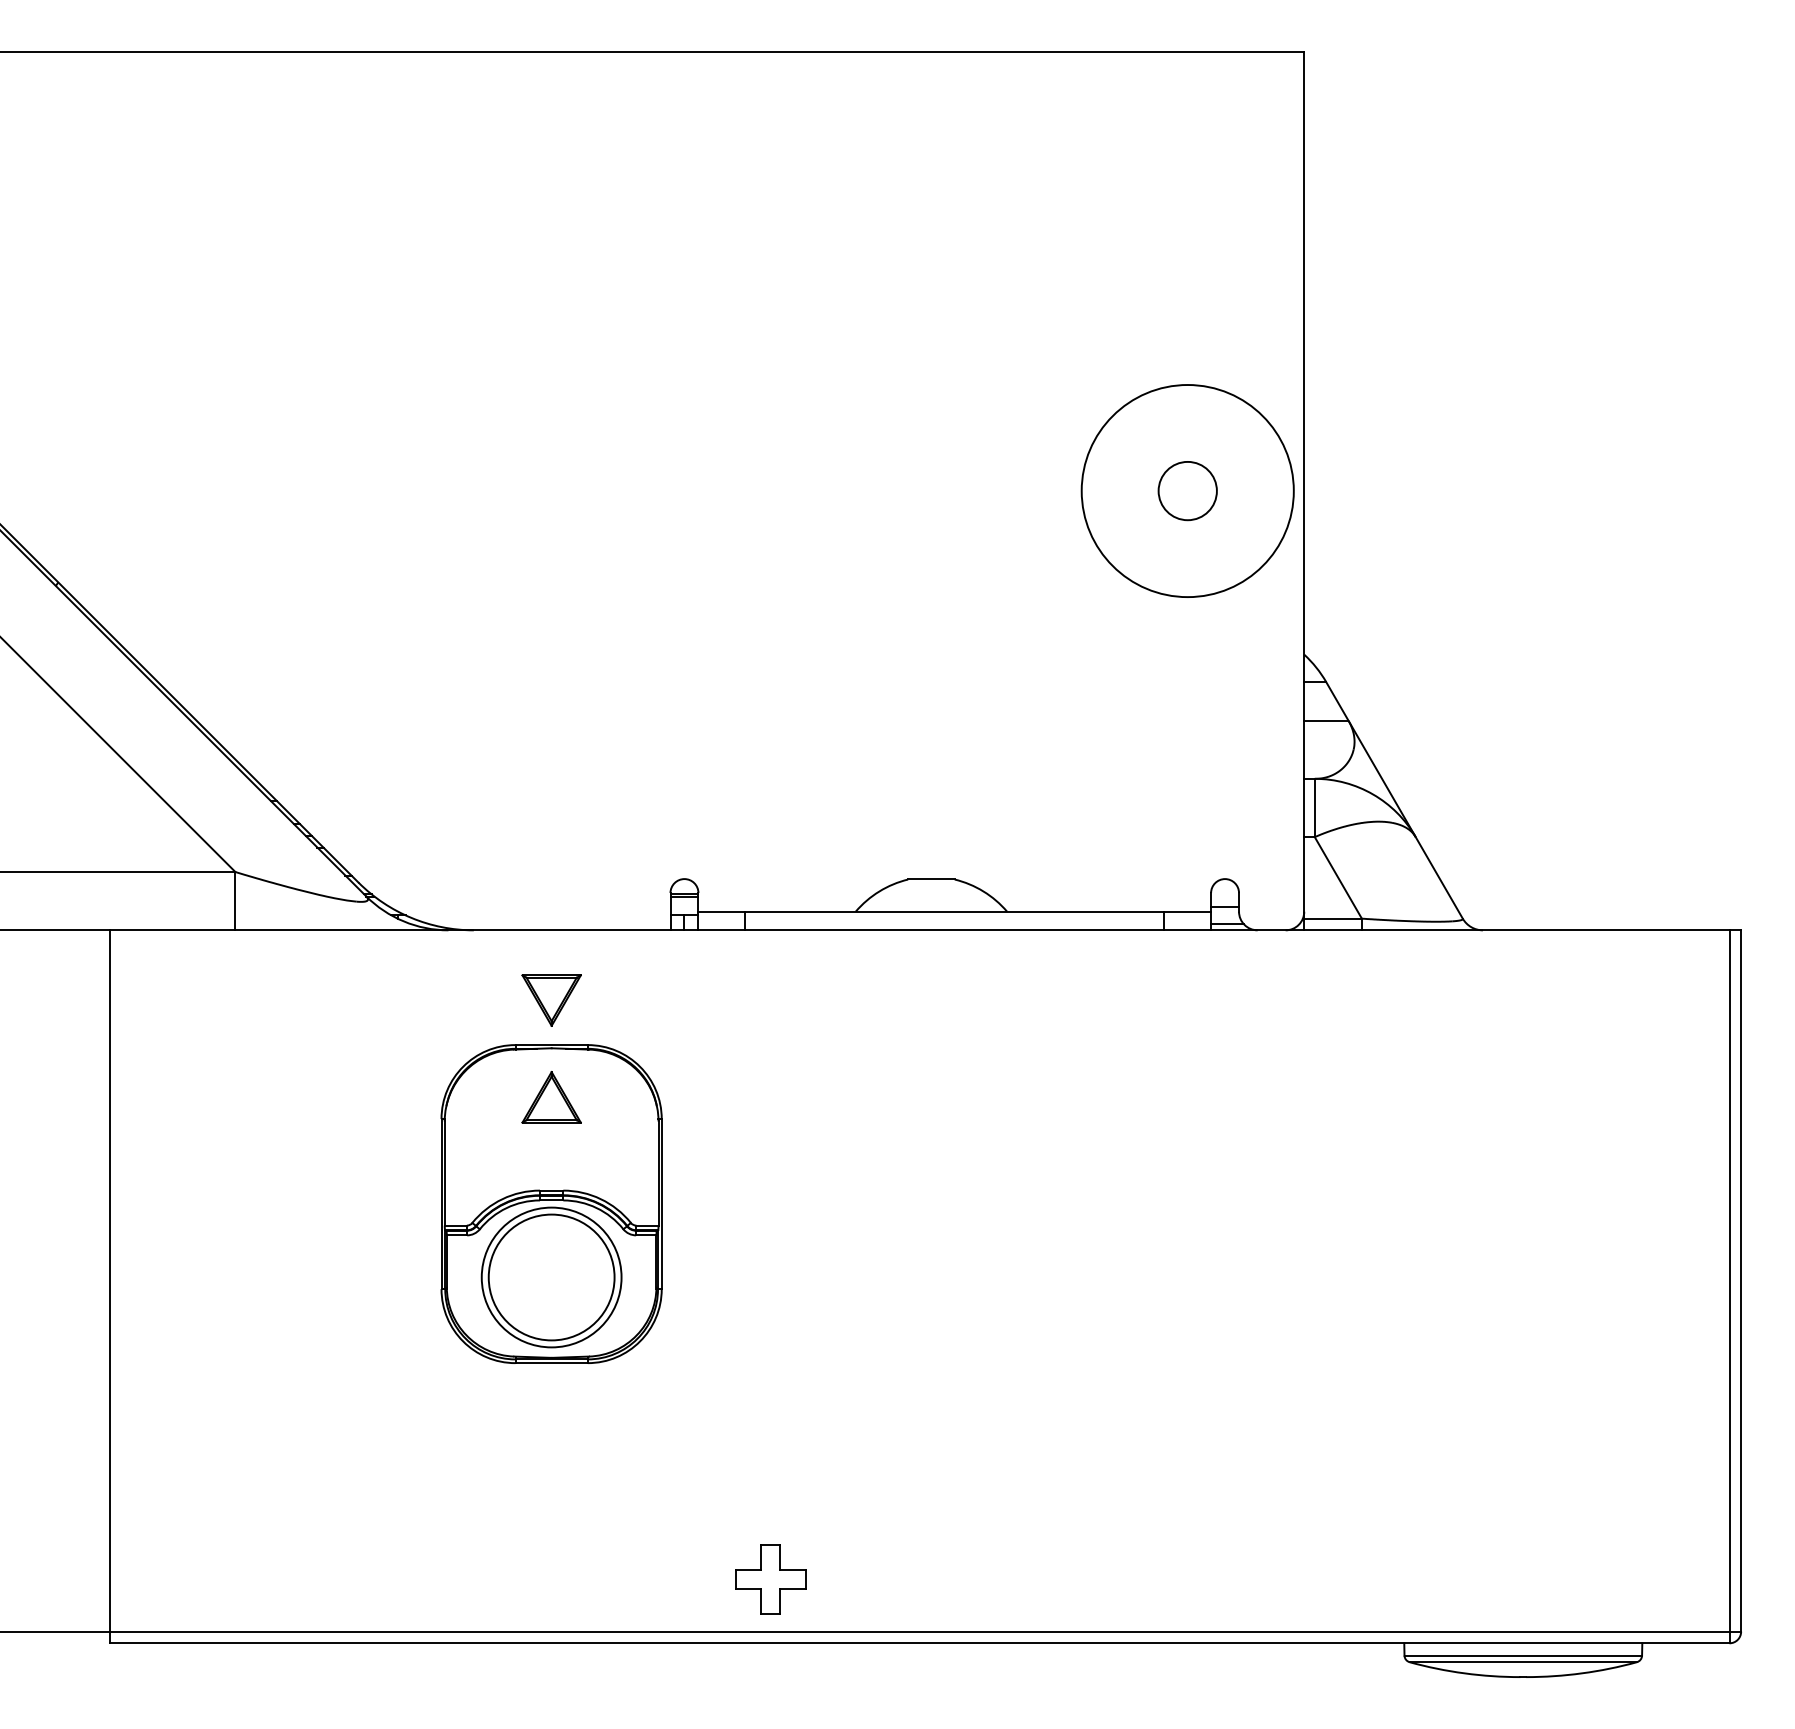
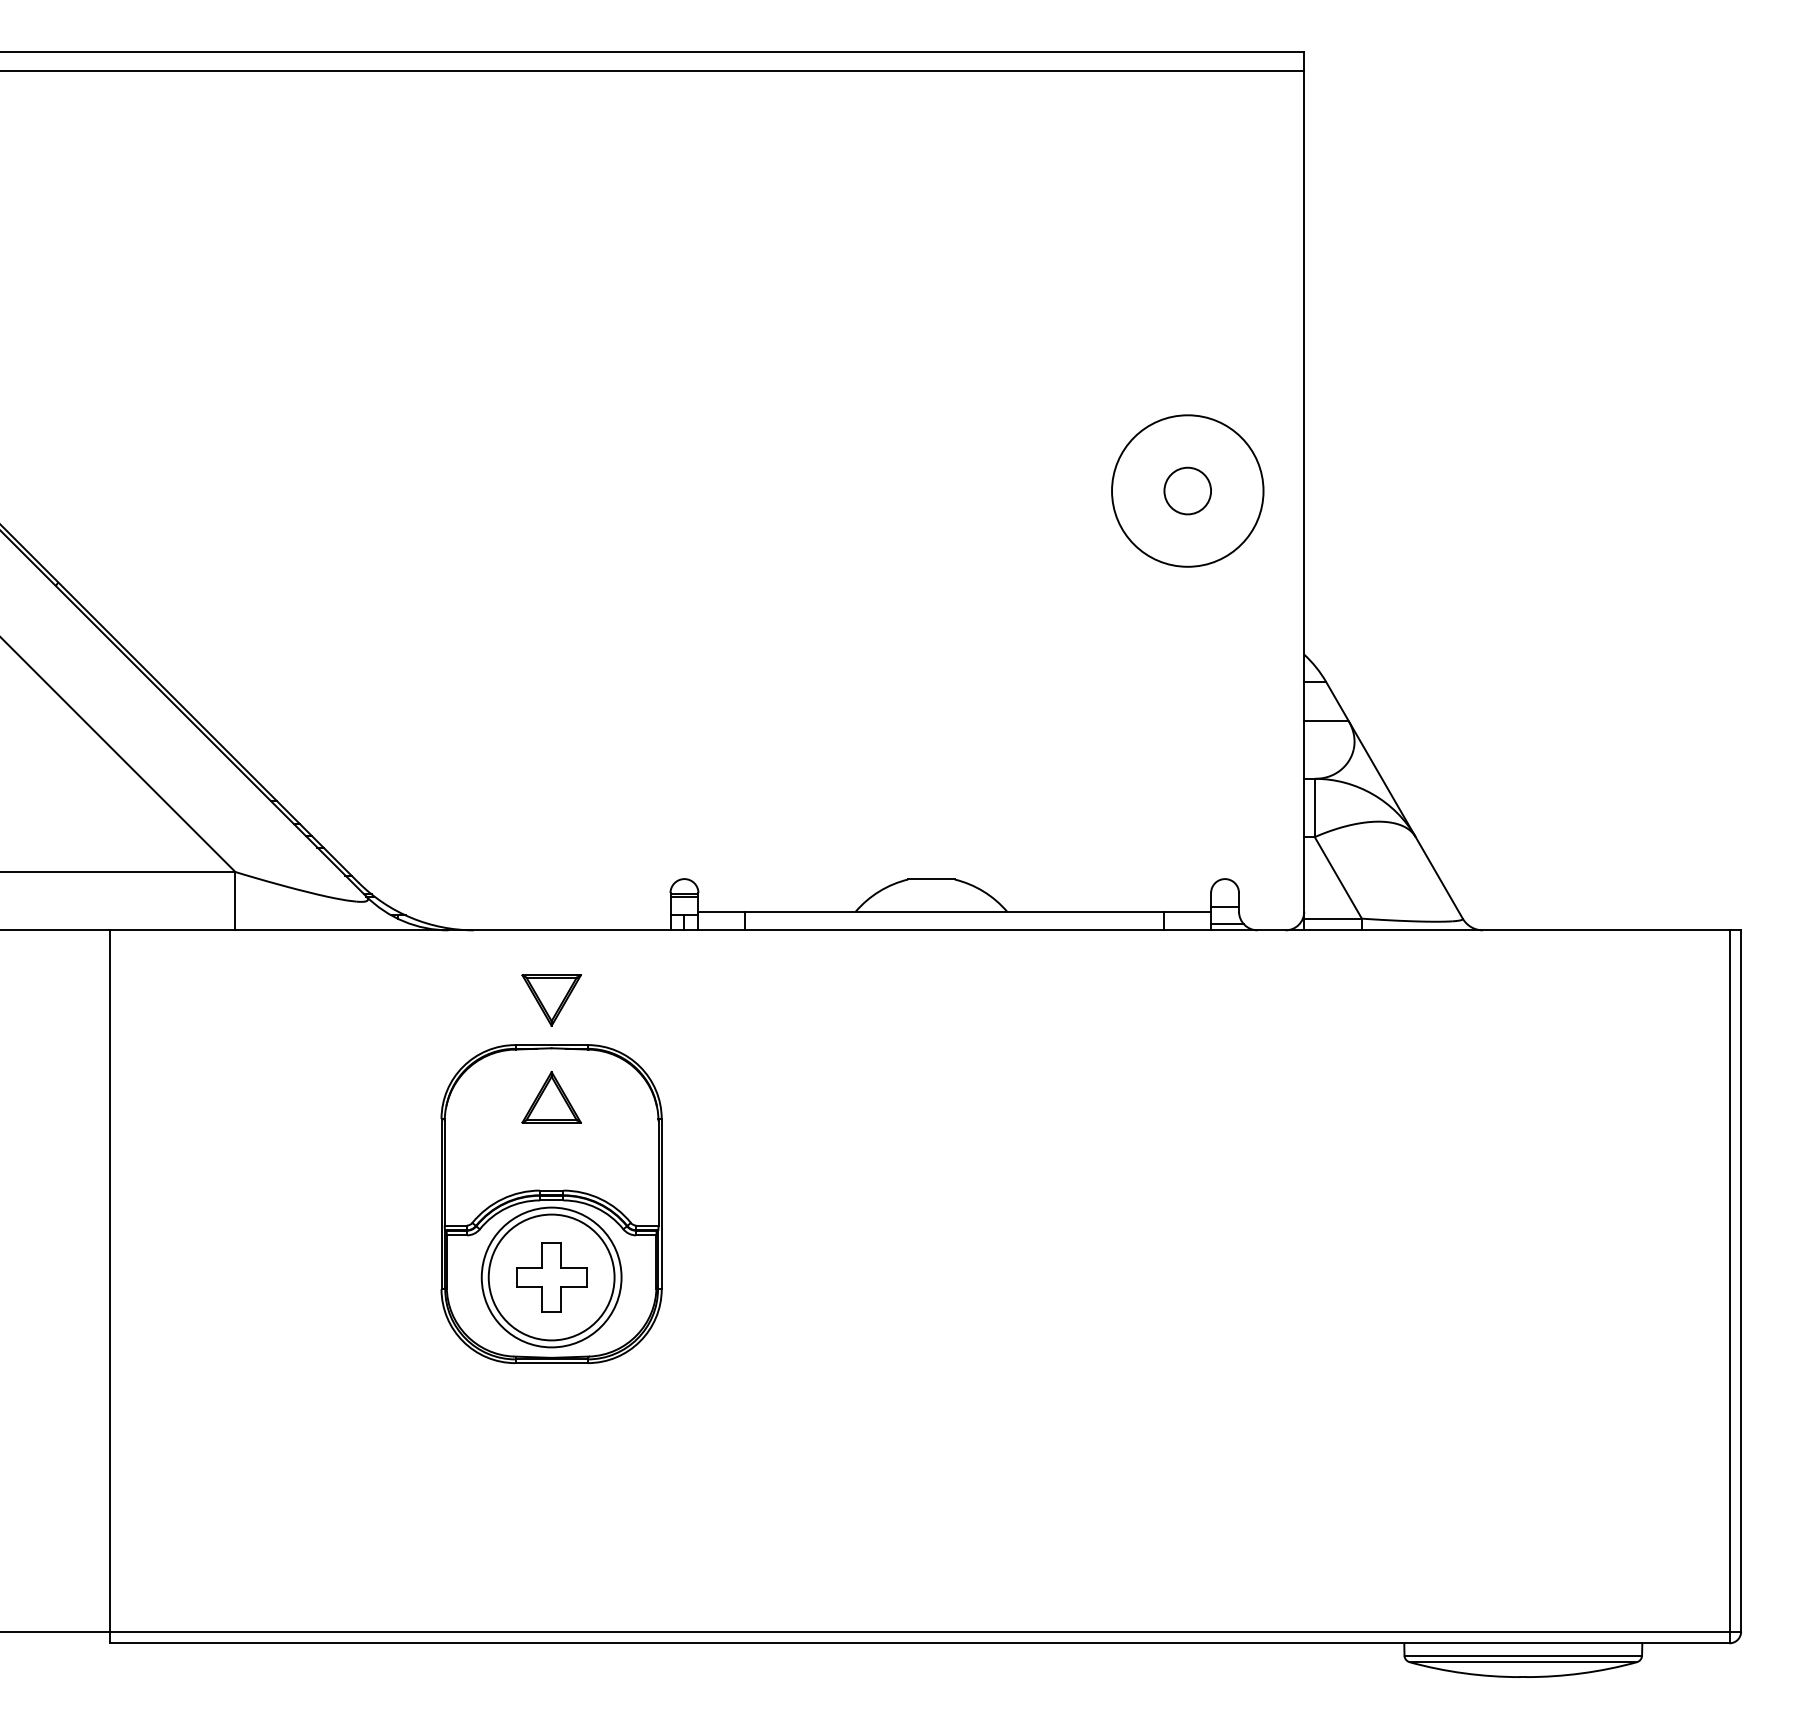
line at (653, 70): none -> present
circle at (1187, 490) diameter: 58 px -> 47 px
circle at (1187, 491) diameter: 212 px -> 152 px
part at (770, 1579) position: (770, 1579) -> (551, 1277)
